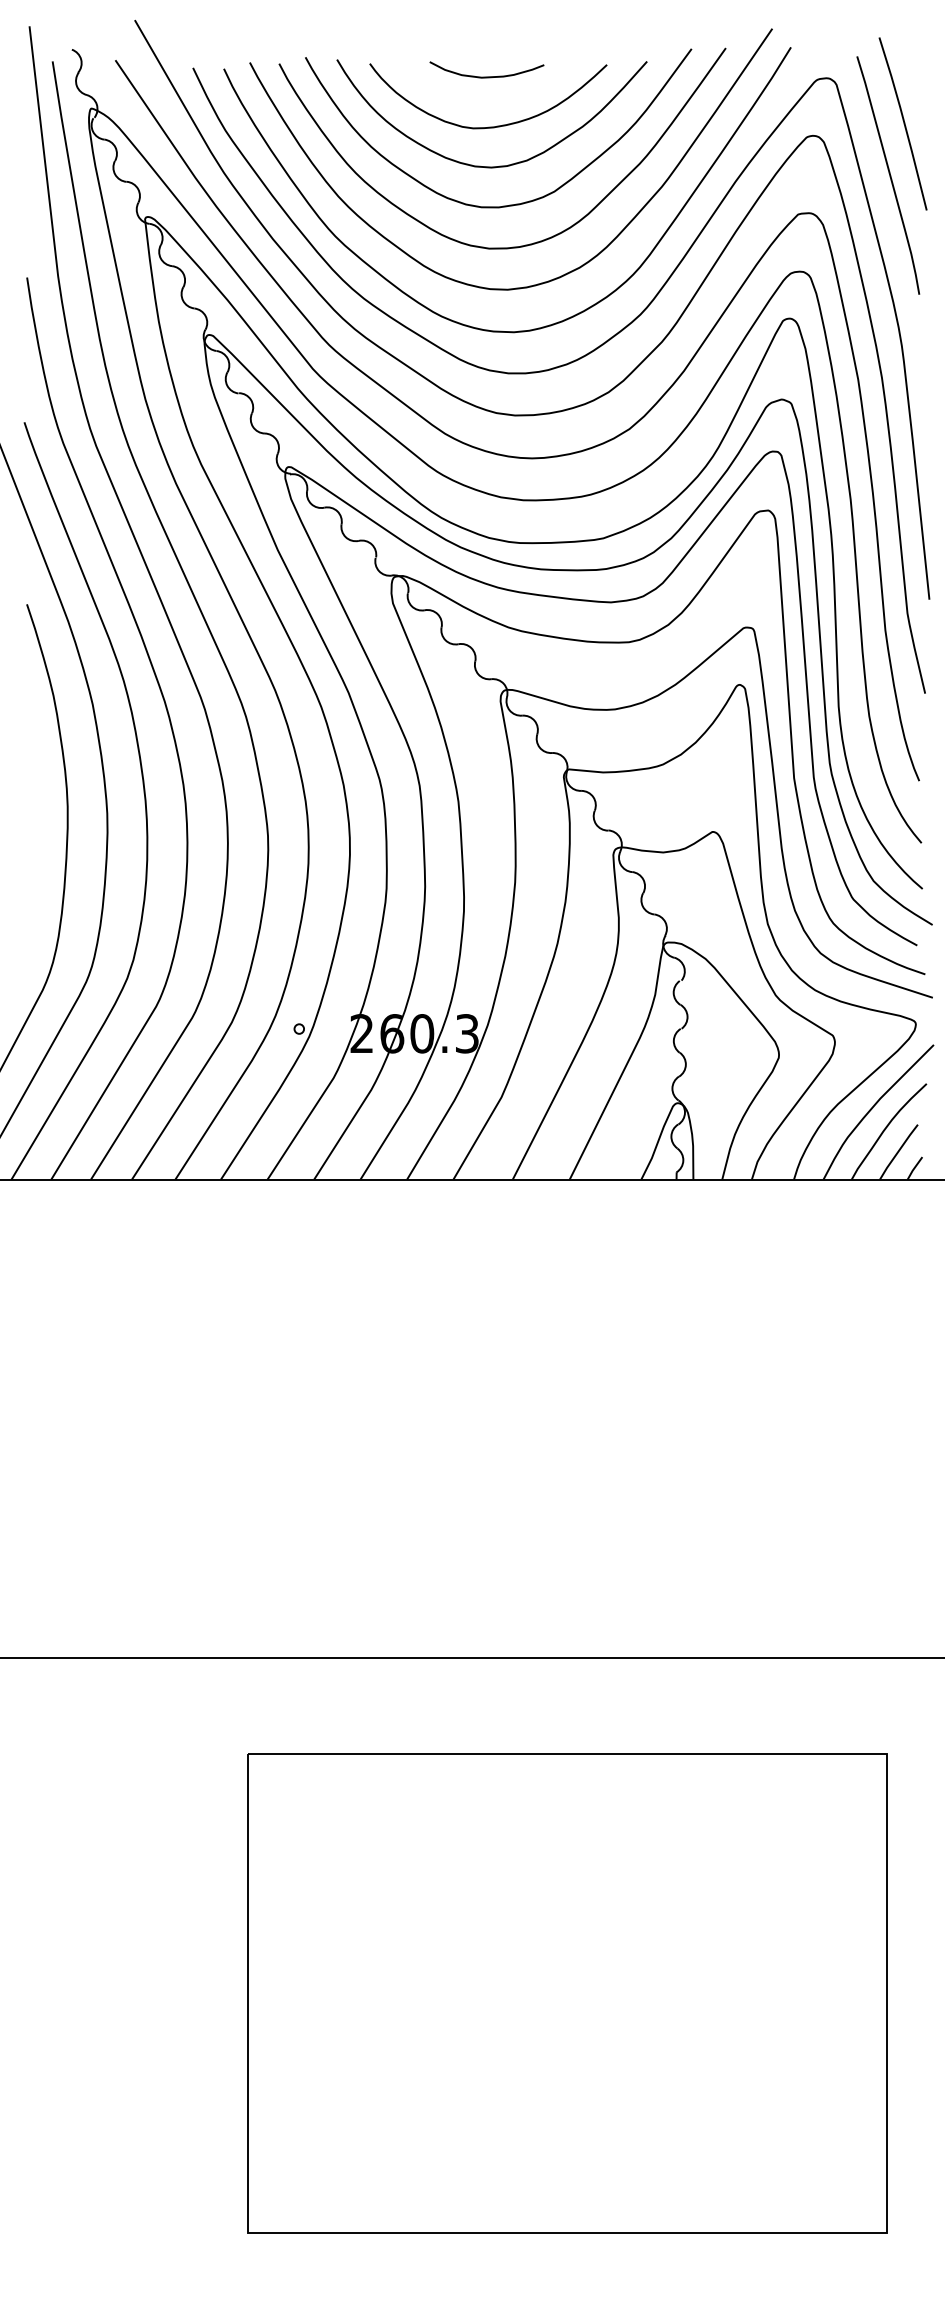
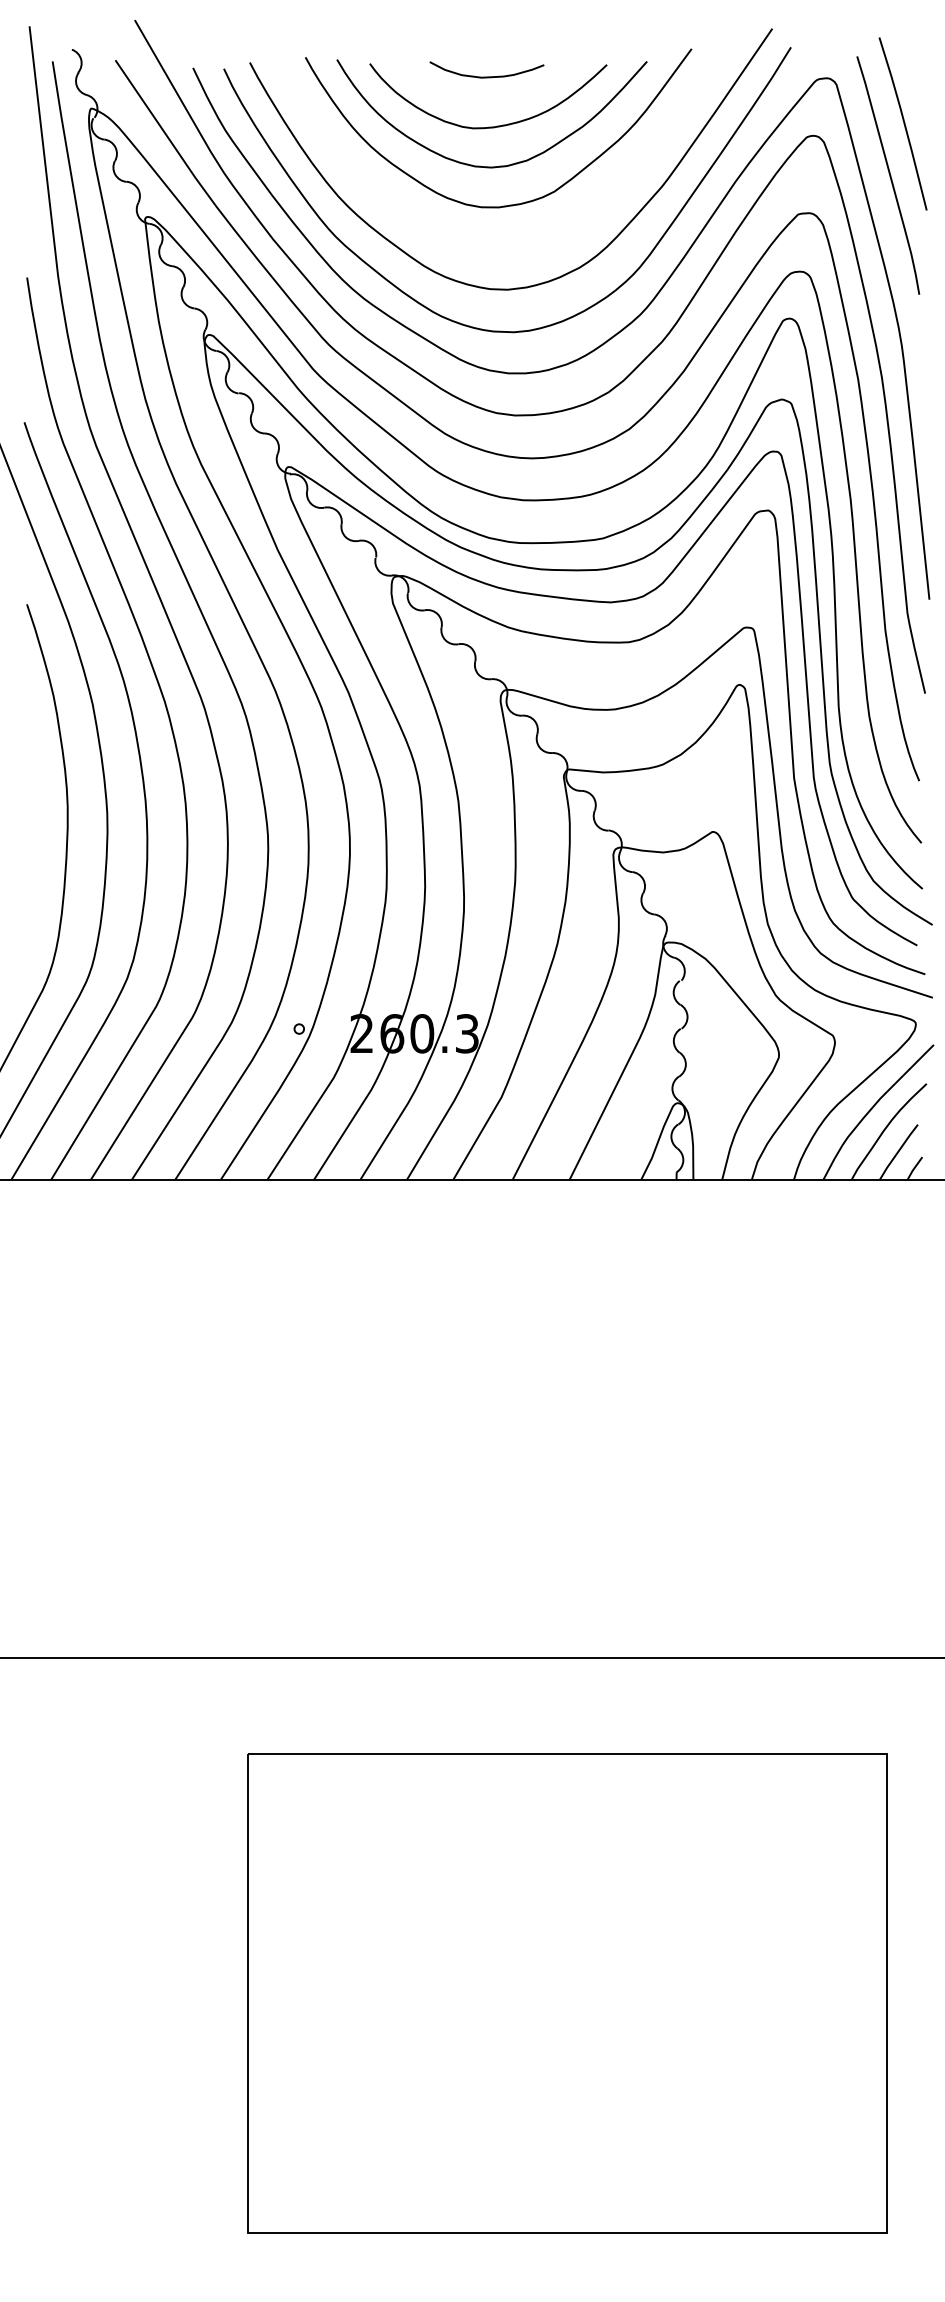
curve at (512, 246): present -> none
